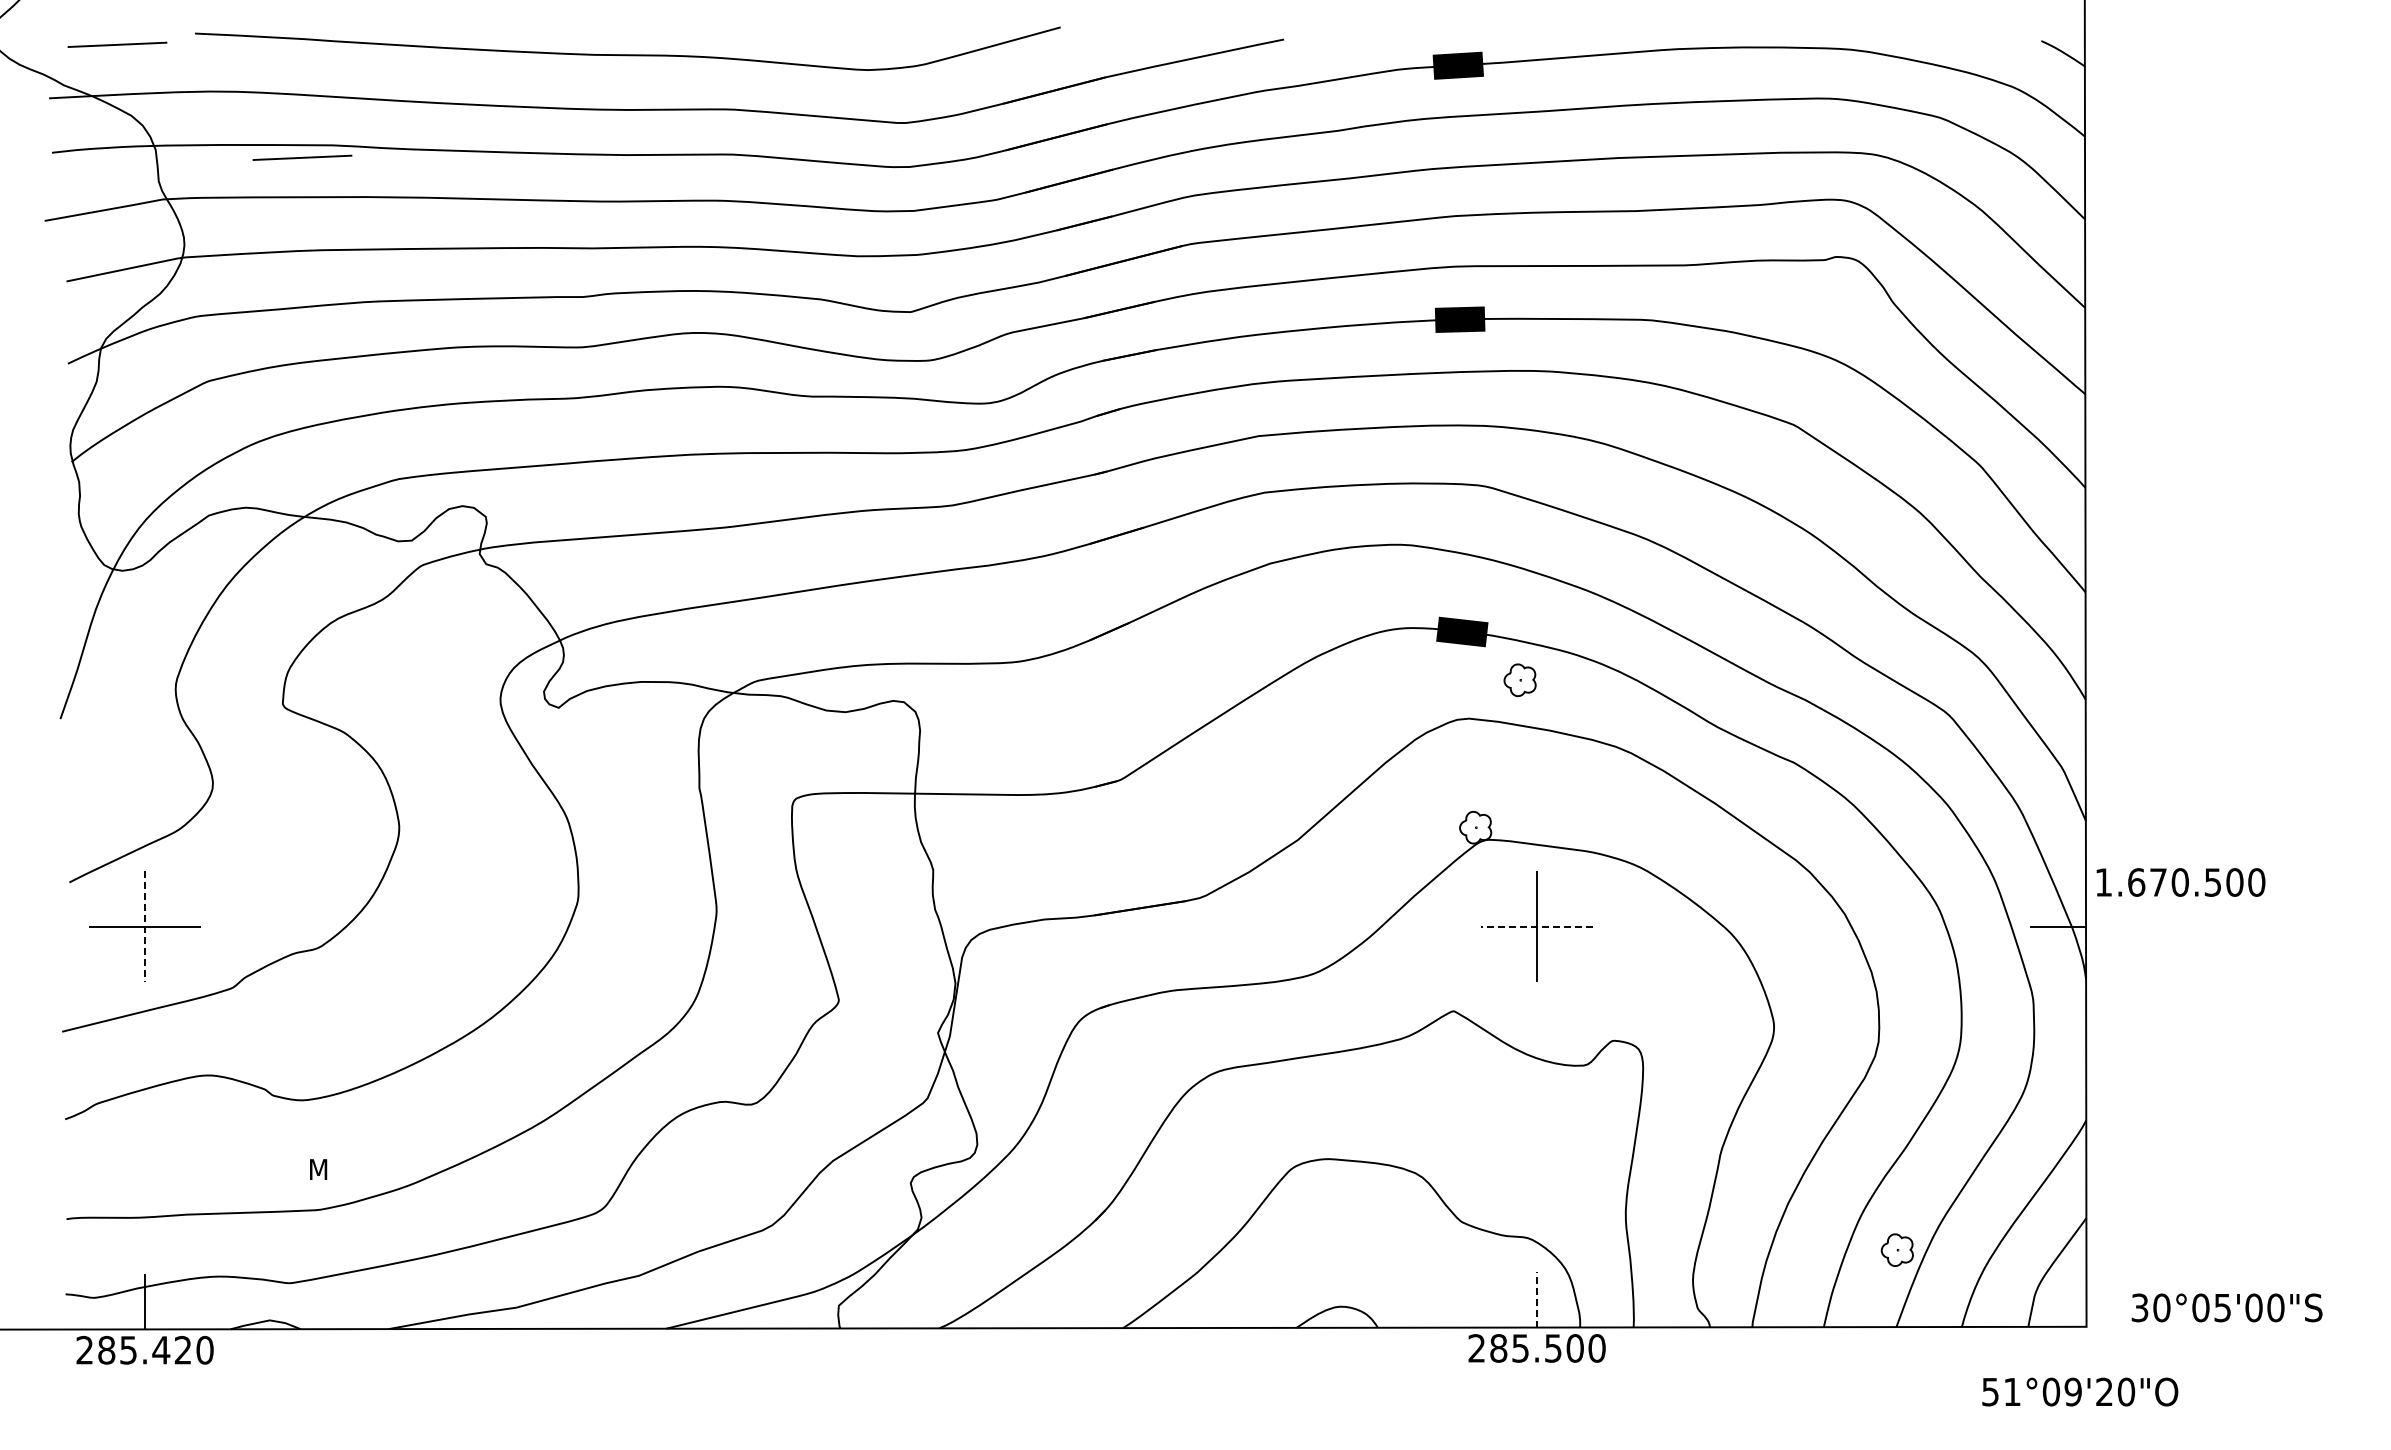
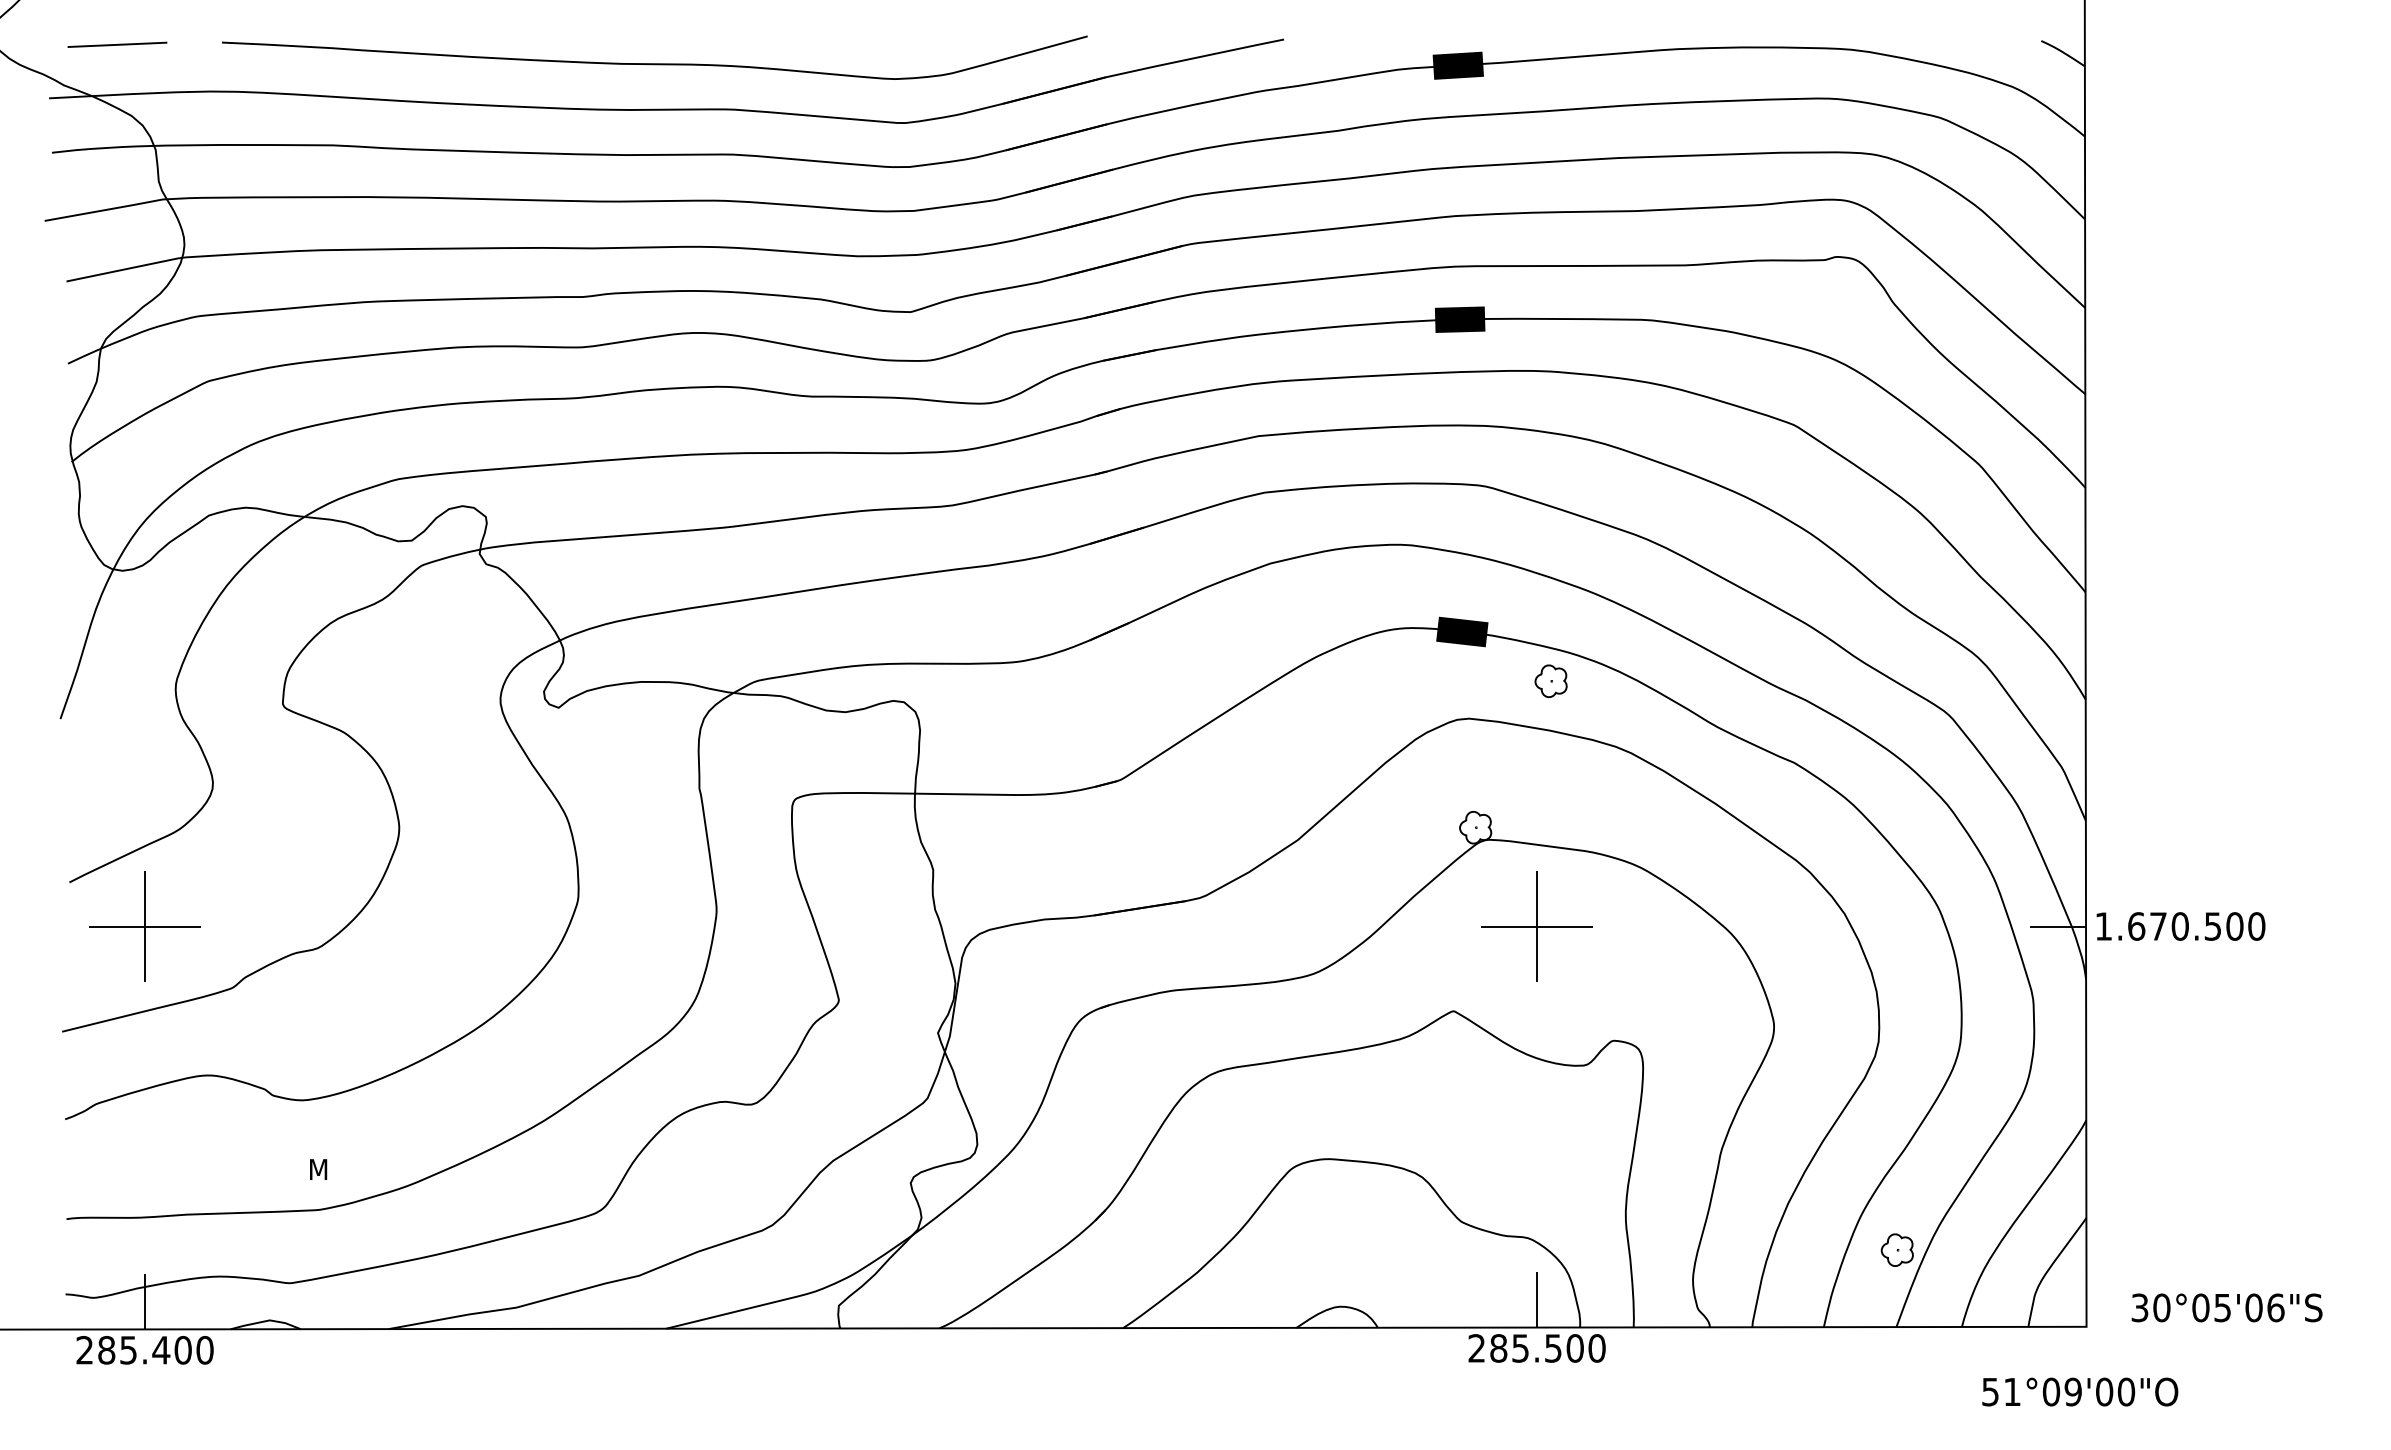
curve at (627, 54) position: (627, 54) -> (654, 63)
line at (302, 157): present -> none
part at (1519, 680) position: (1519, 680) -> (1550, 681)
text at (2180, 882) position: (2180, 882) -> (2180, 926)
line at (145, 926): dashed -> solid
line at (1537, 926): dashed -> solid
line at (1537, 1299): dashed -> solid
text at (2275, 1307): 30°05'00"S -> 30°05'06"S
text at (182, 1350): 285.420 -> 285.400
text at (2104, 1391): 51°09'20"O -> 51°09'00"O
